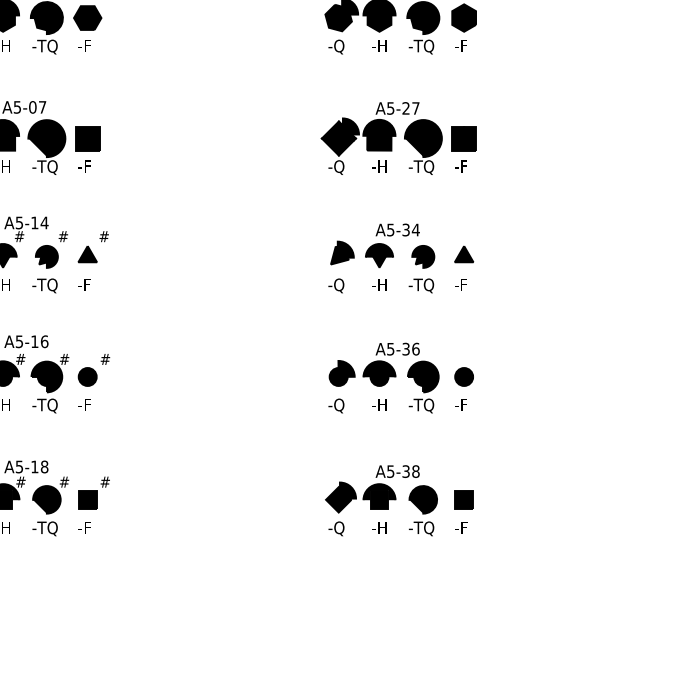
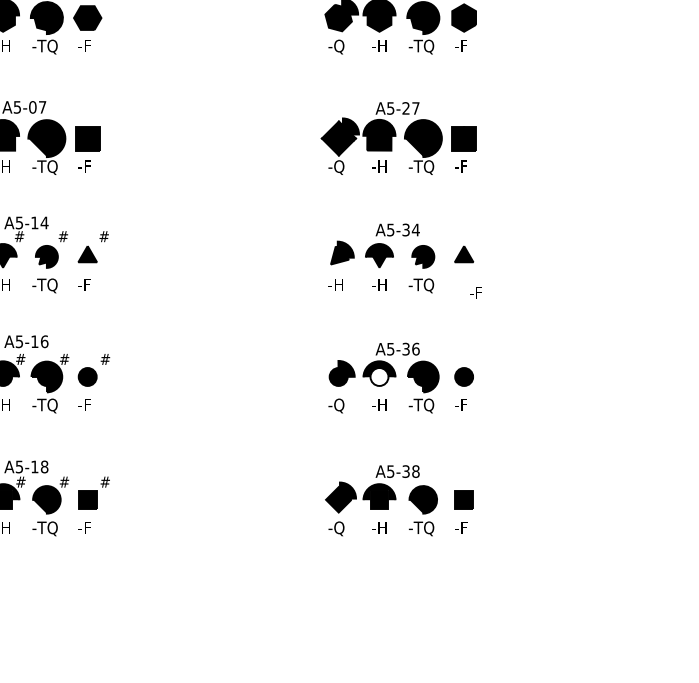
text at (460, 284) position: (460, 284) -> (475, 292)
text at (336, 285): -Q -> -H
fill at (379, 376): present -> none
